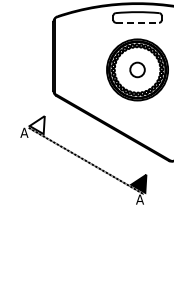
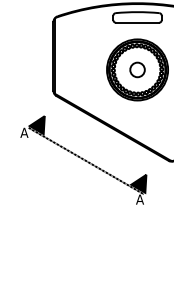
line at (138, 22): dashed -> solid
fill at (36, 125): none -> present
